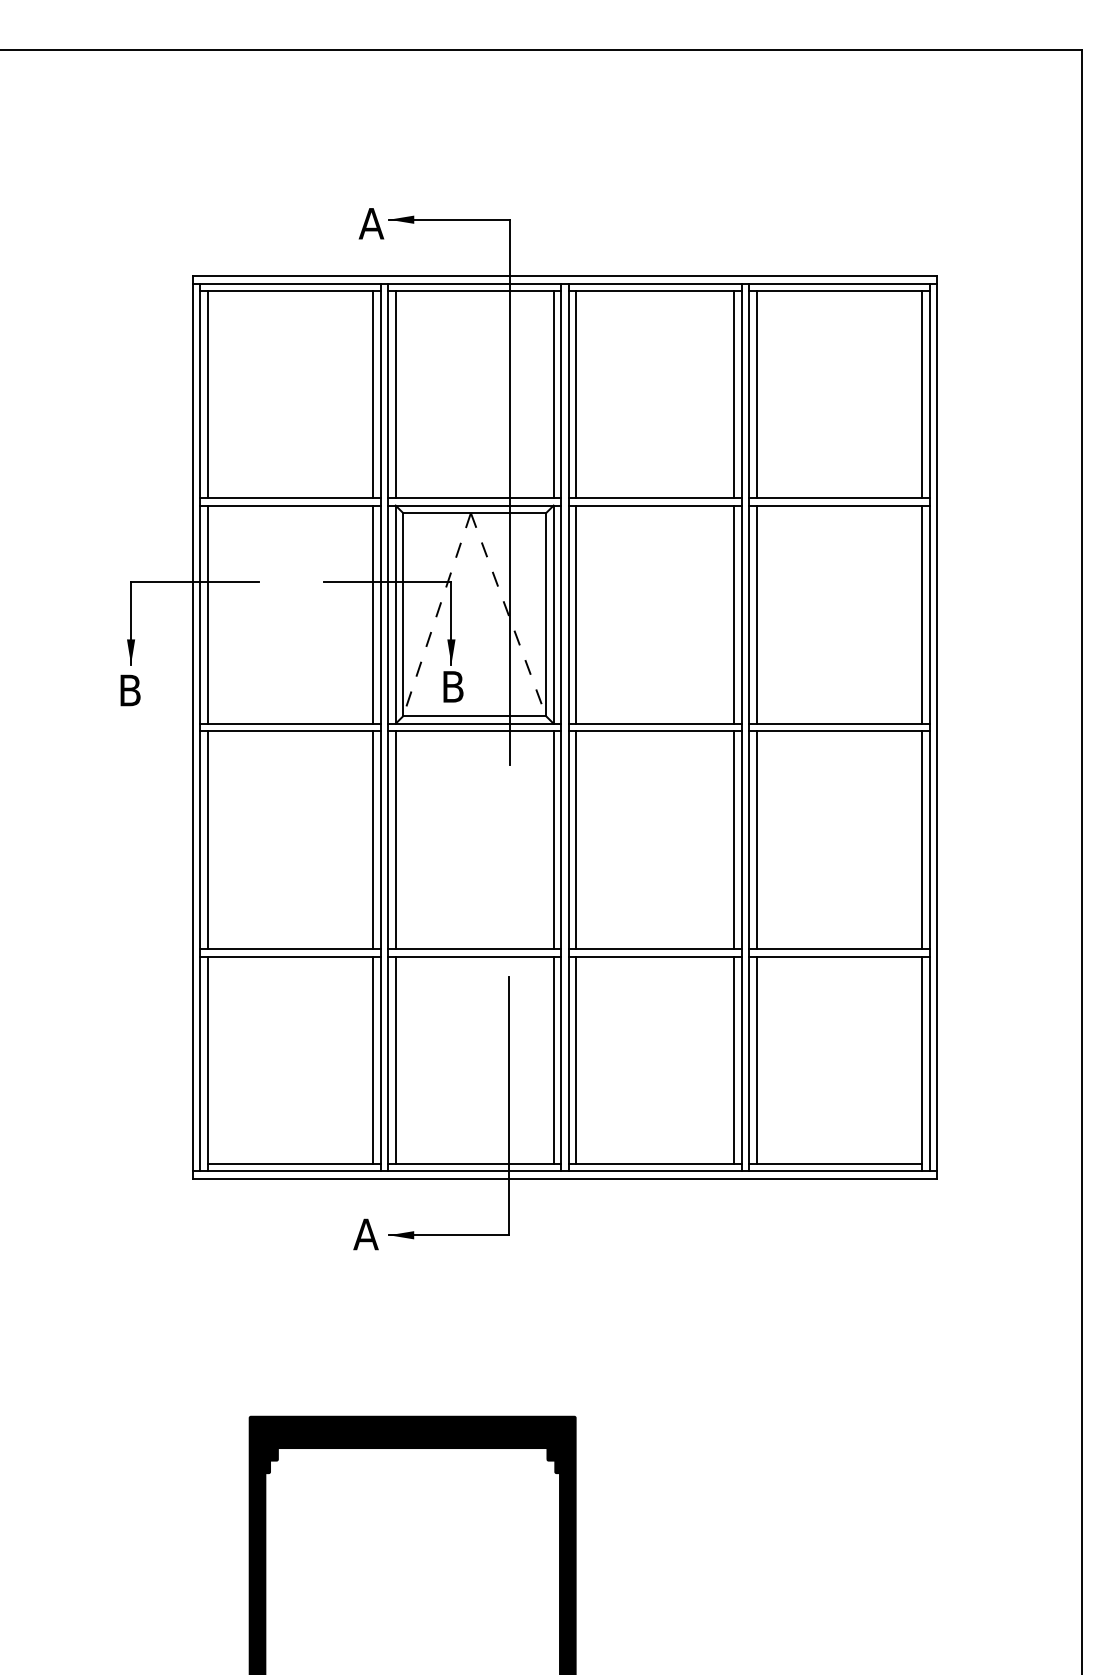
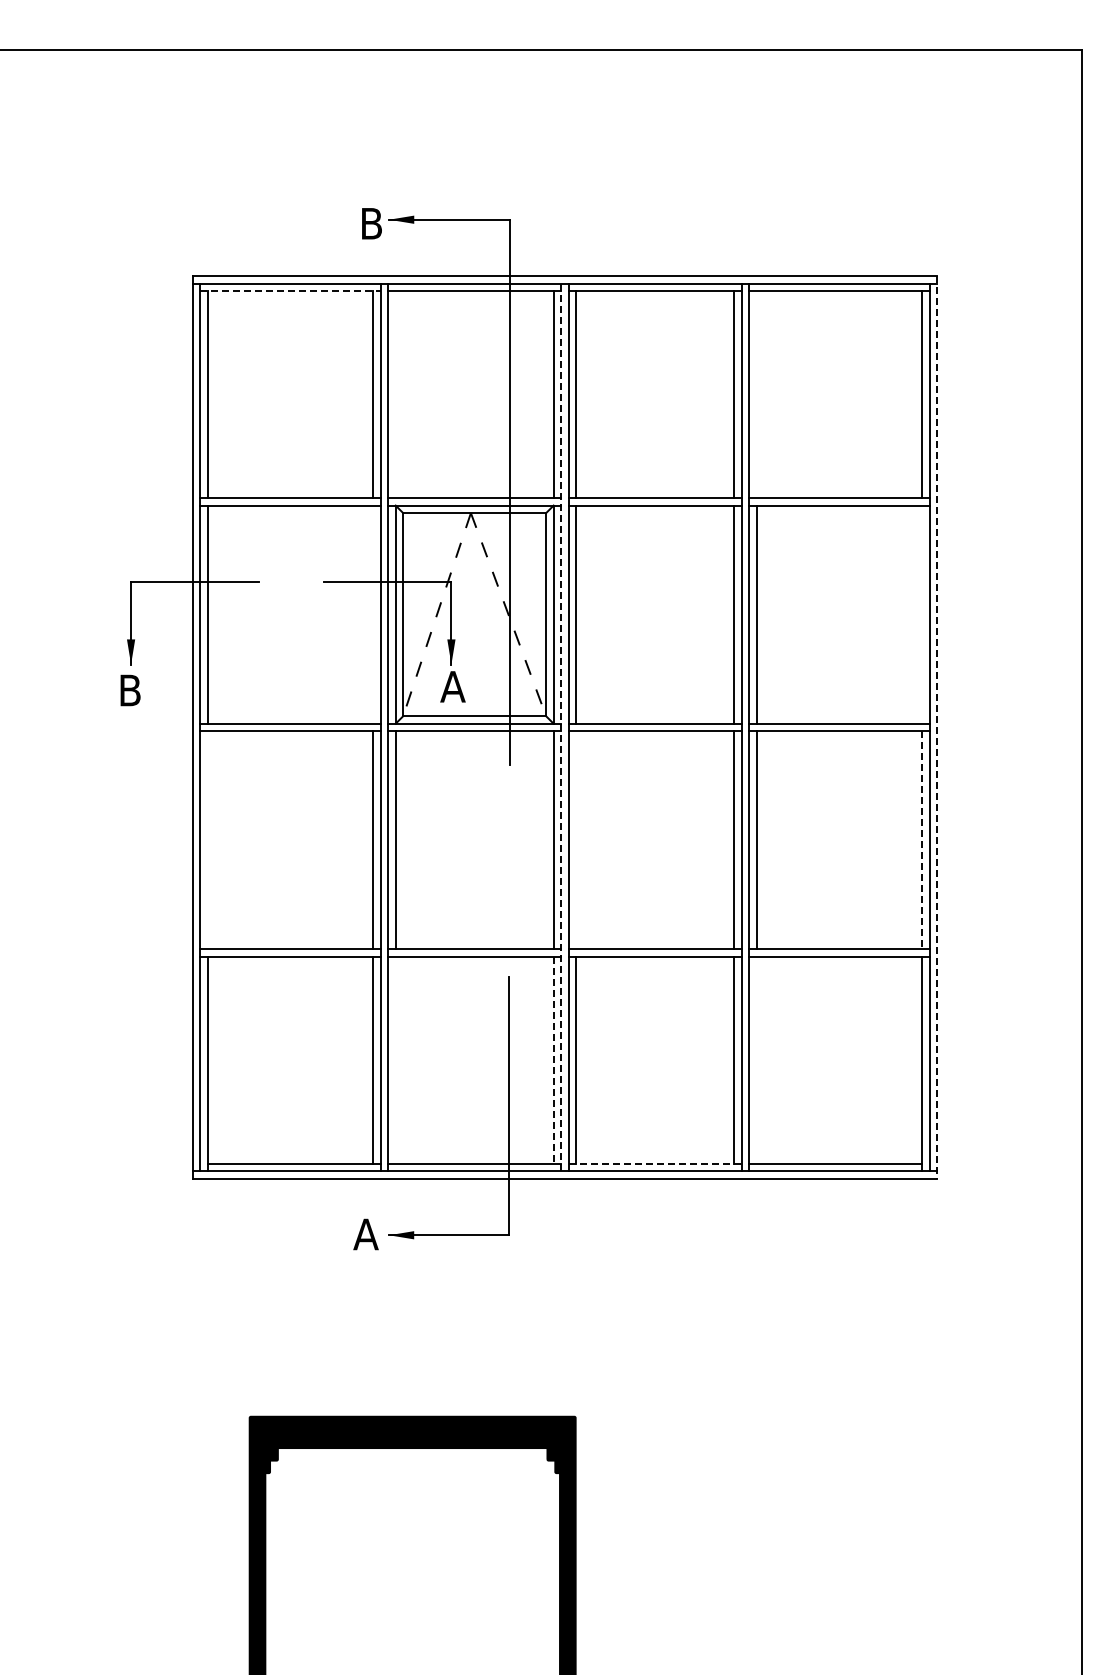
text at (371, 223): A -> B
line at (290, 291): solid -> dashed
line at (395, 394): present -> none
line at (756, 394): present -> none
line at (373, 614): present -> none
line at (922, 614): present -> none
text at (452, 686): B -> A
line at (561, 727): solid -> dashed
line at (937, 728): solid -> dashed
line at (207, 840): present -> none
line at (576, 840): present -> none
line at (922, 840): solid -> dashed
line at (395, 1059): present -> none
line at (756, 1059): present -> none
line at (553, 1060): solid -> dashed
line at (655, 1163): solid -> dashed
